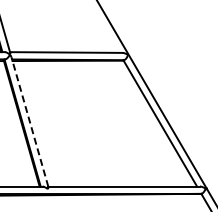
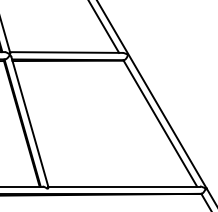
line at (104, 27): none -> present
line at (29, 121): dashed -> solid
